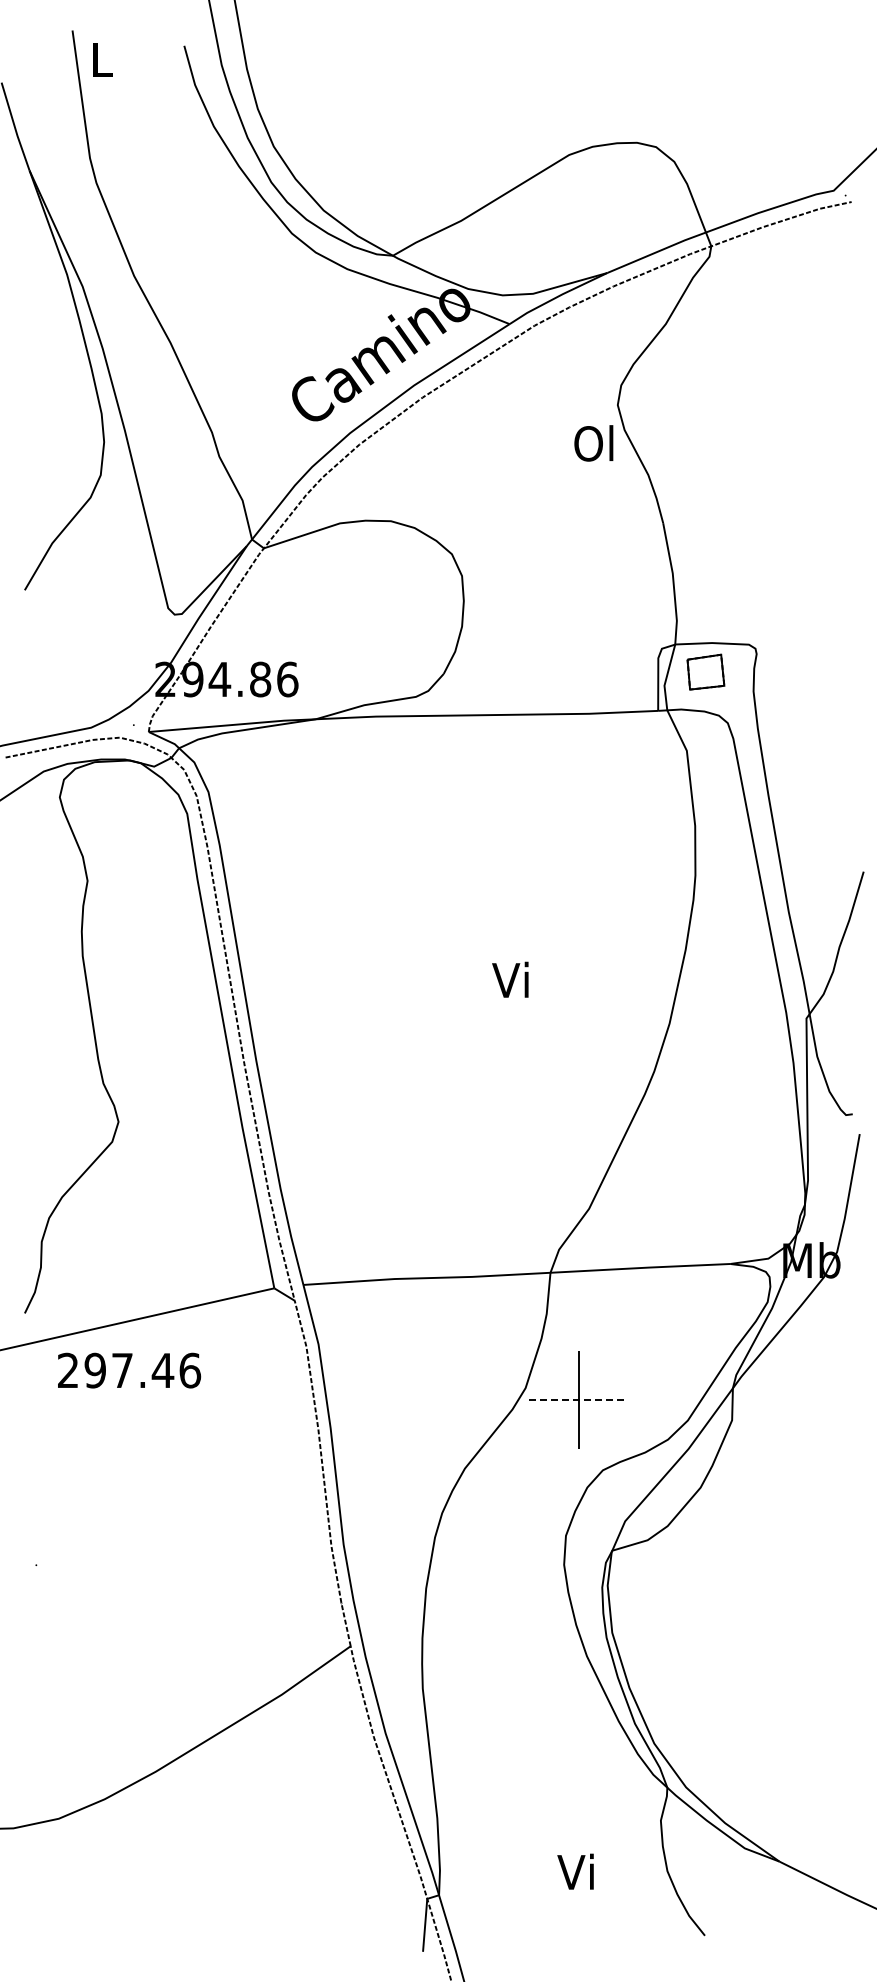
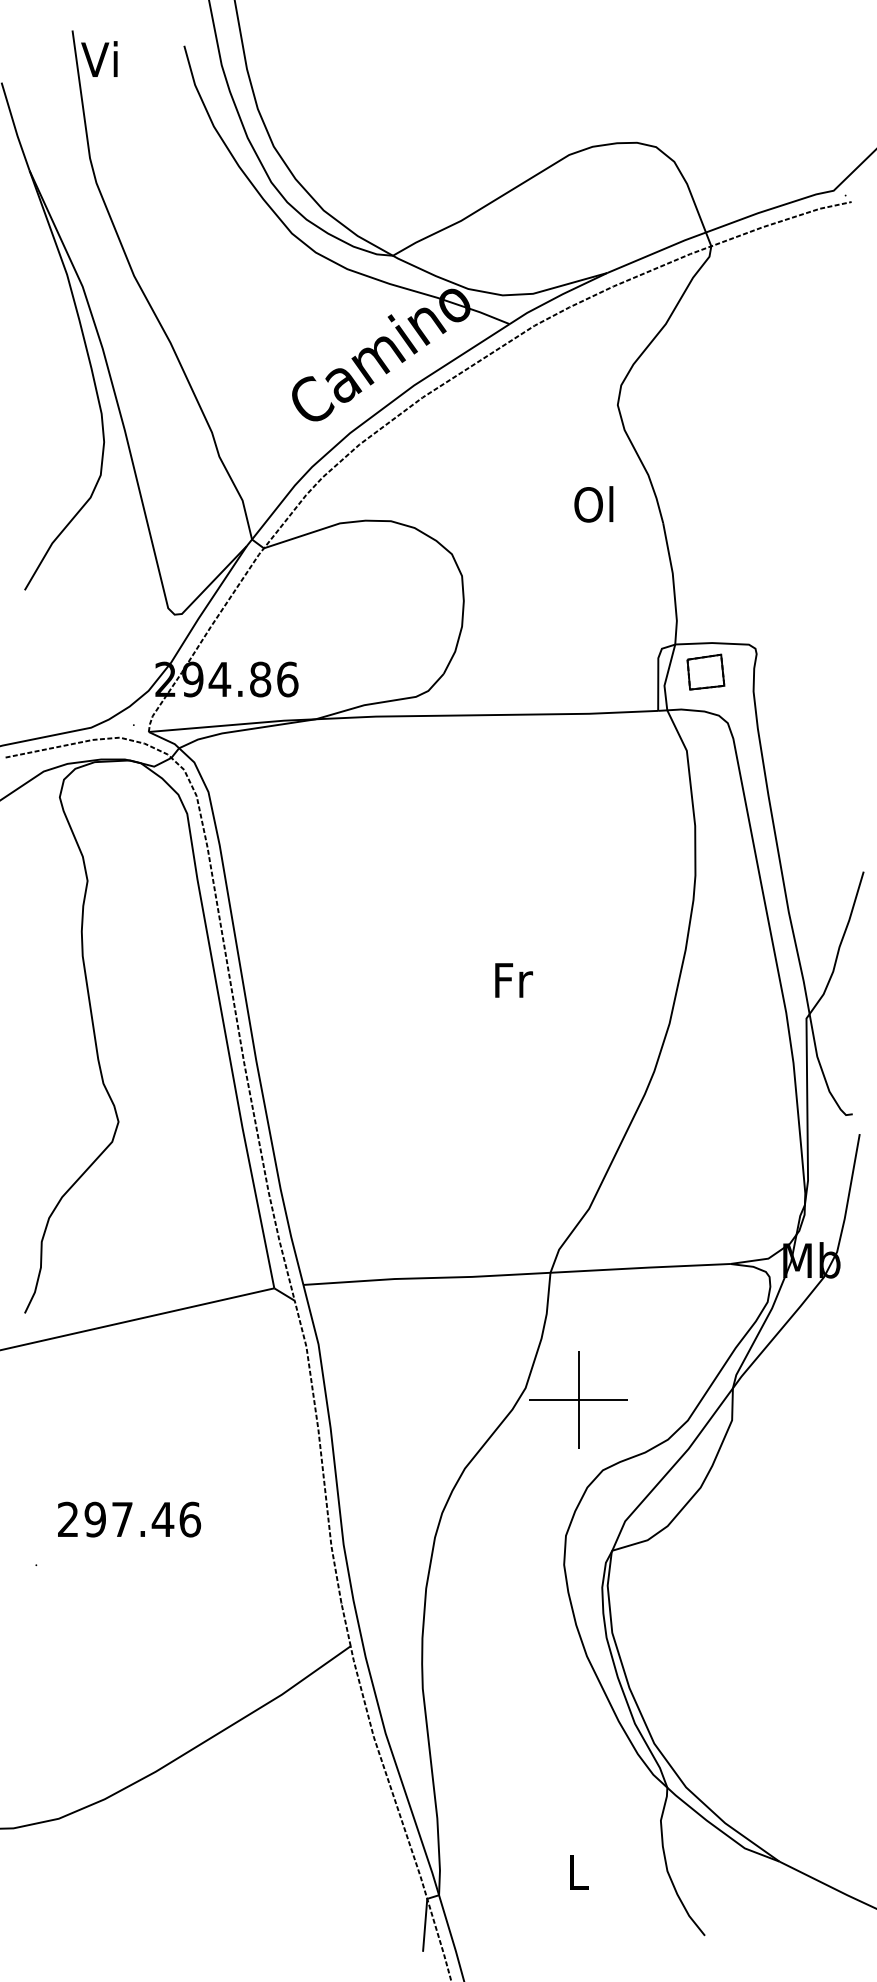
text at (99, 58): L -> Vi
text at (593, 443) position: (593, 443) -> (593, 504)
text at (512, 979): Vi -> Fr
text at (129, 1370) position: (129, 1370) -> (129, 1519)
line at (579, 1400): dashed -> solid
text at (575, 1871): Vi -> L
